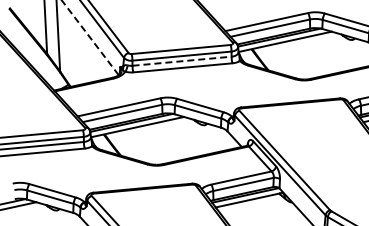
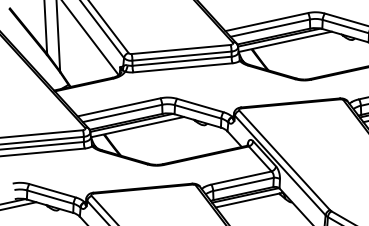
line at (89, 37): dashed -> solid
line at (182, 61): dashed -> solid
